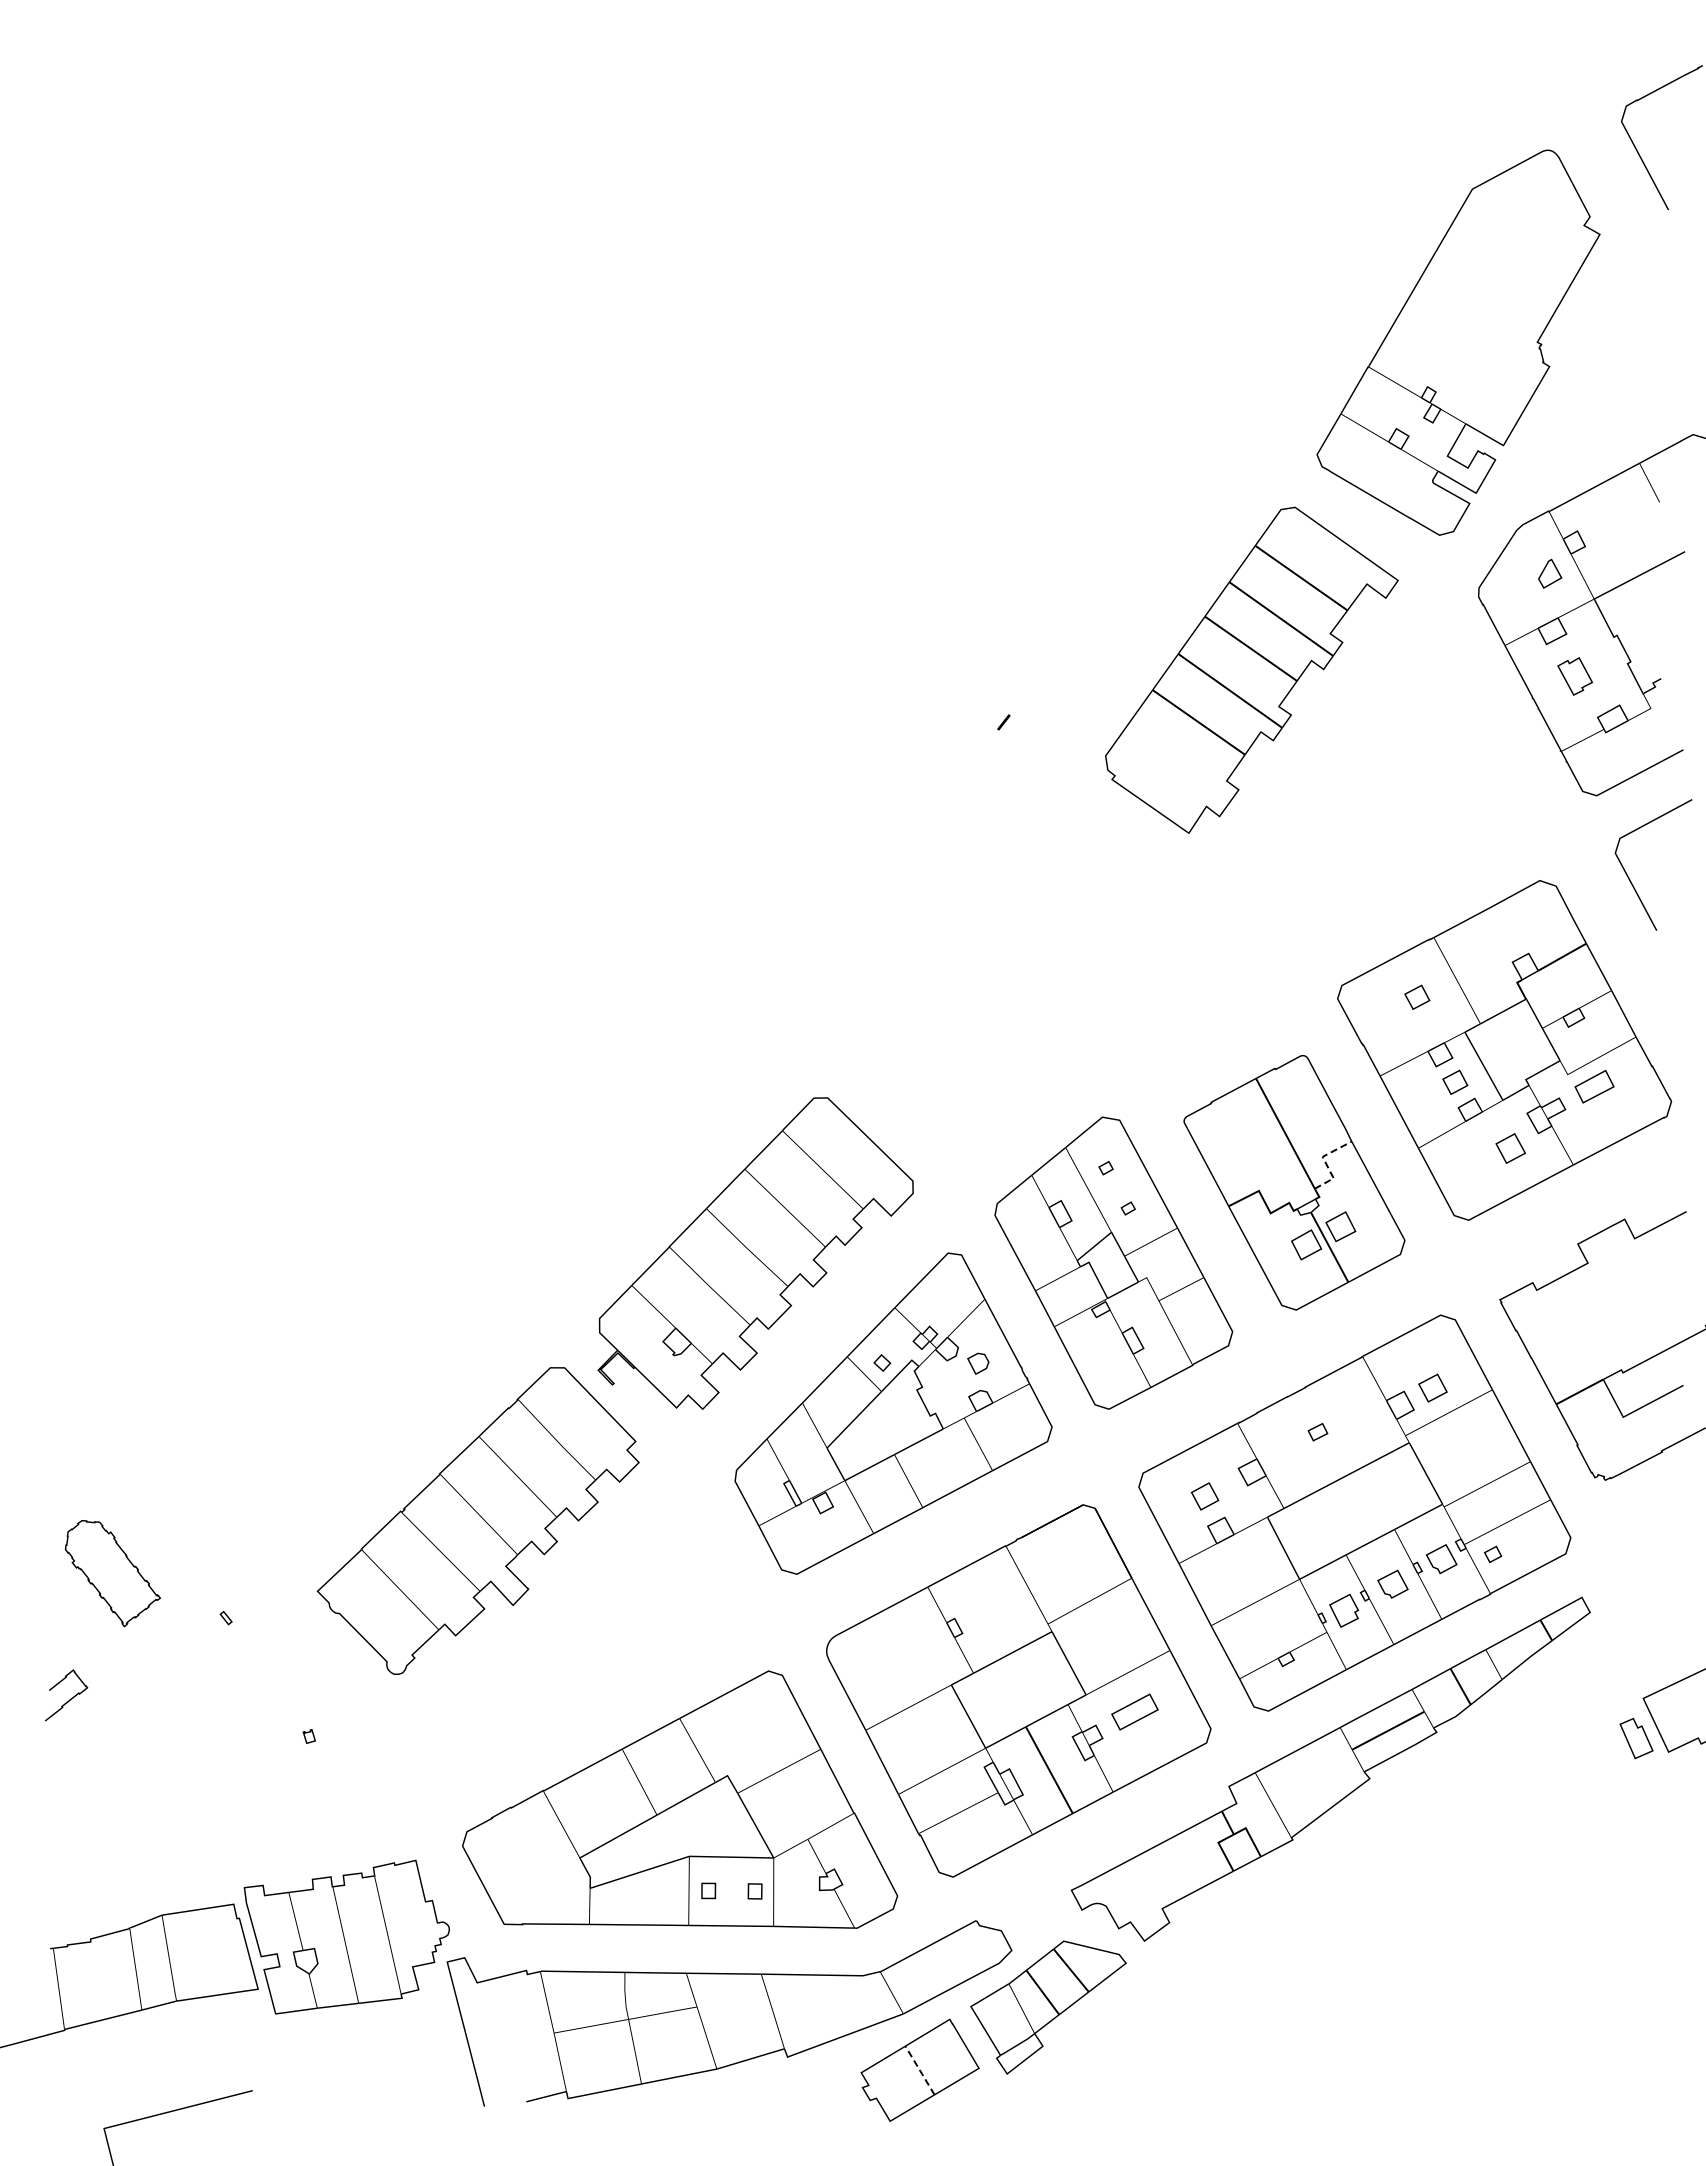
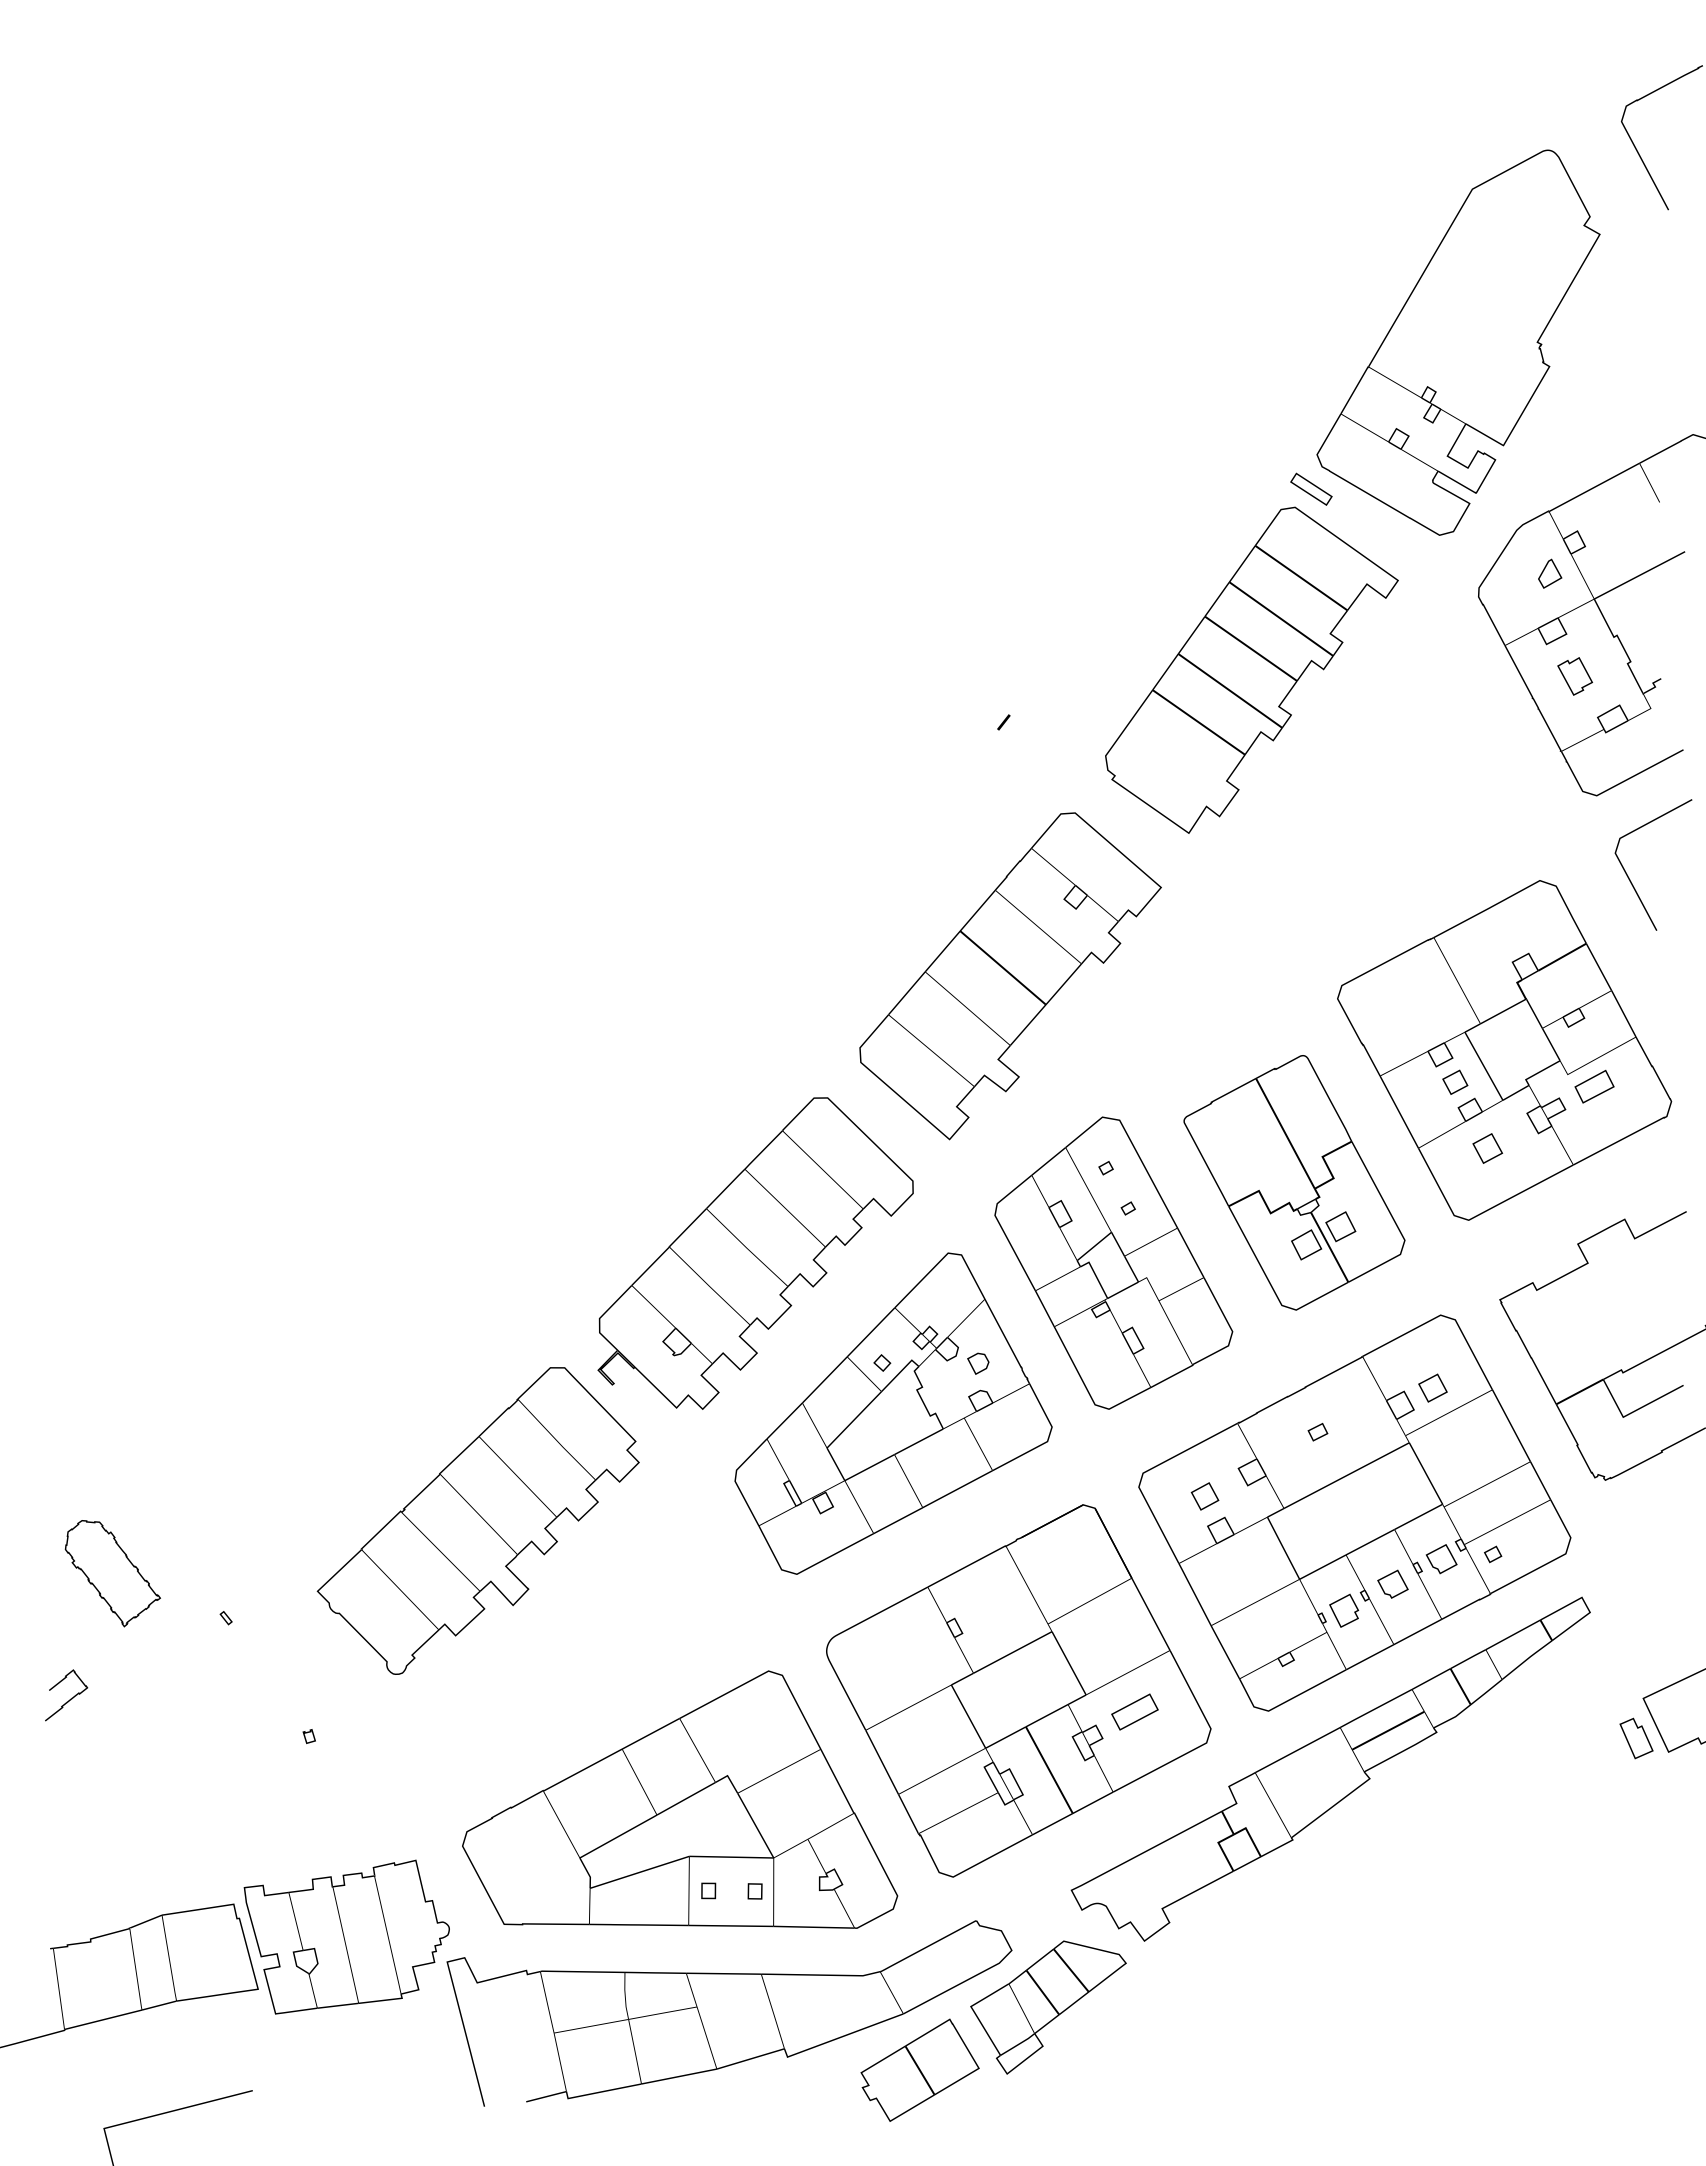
part at (1311, 488): none -> present
part at (1010, 976): none -> present
part at (1417, 996): present -> none
part at (1510, 1148) position: (1510, 1148) -> (1487, 1148)
line at (1325, 1162): dashed -> solid
line at (919, 2070): dashed -> solid
